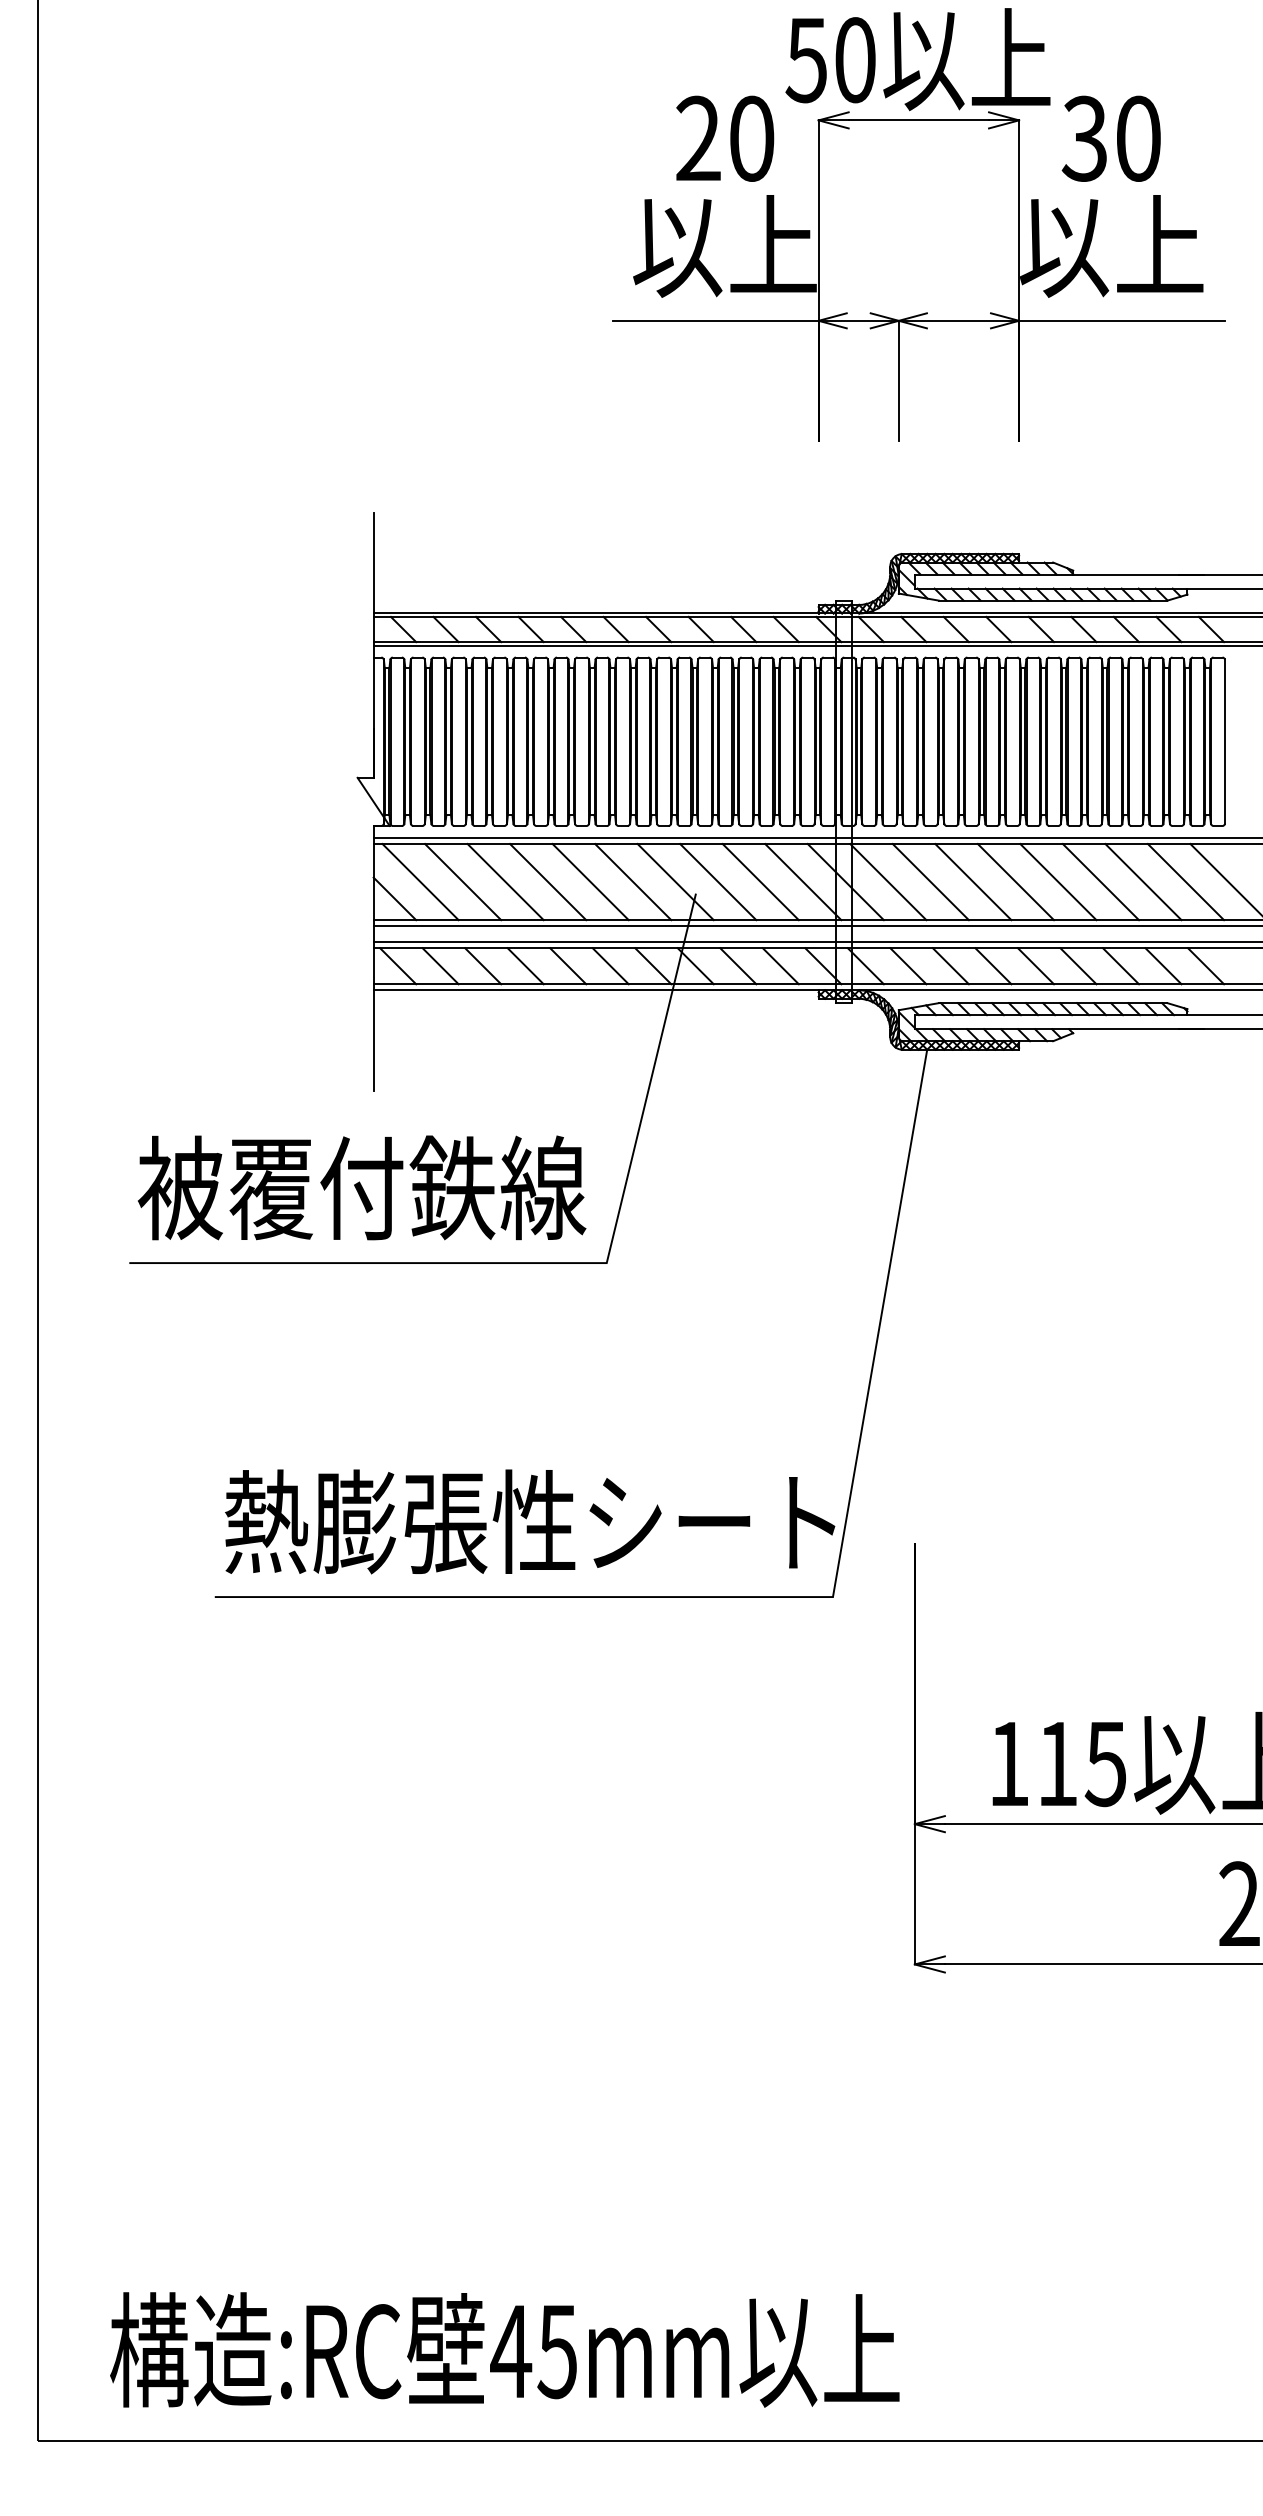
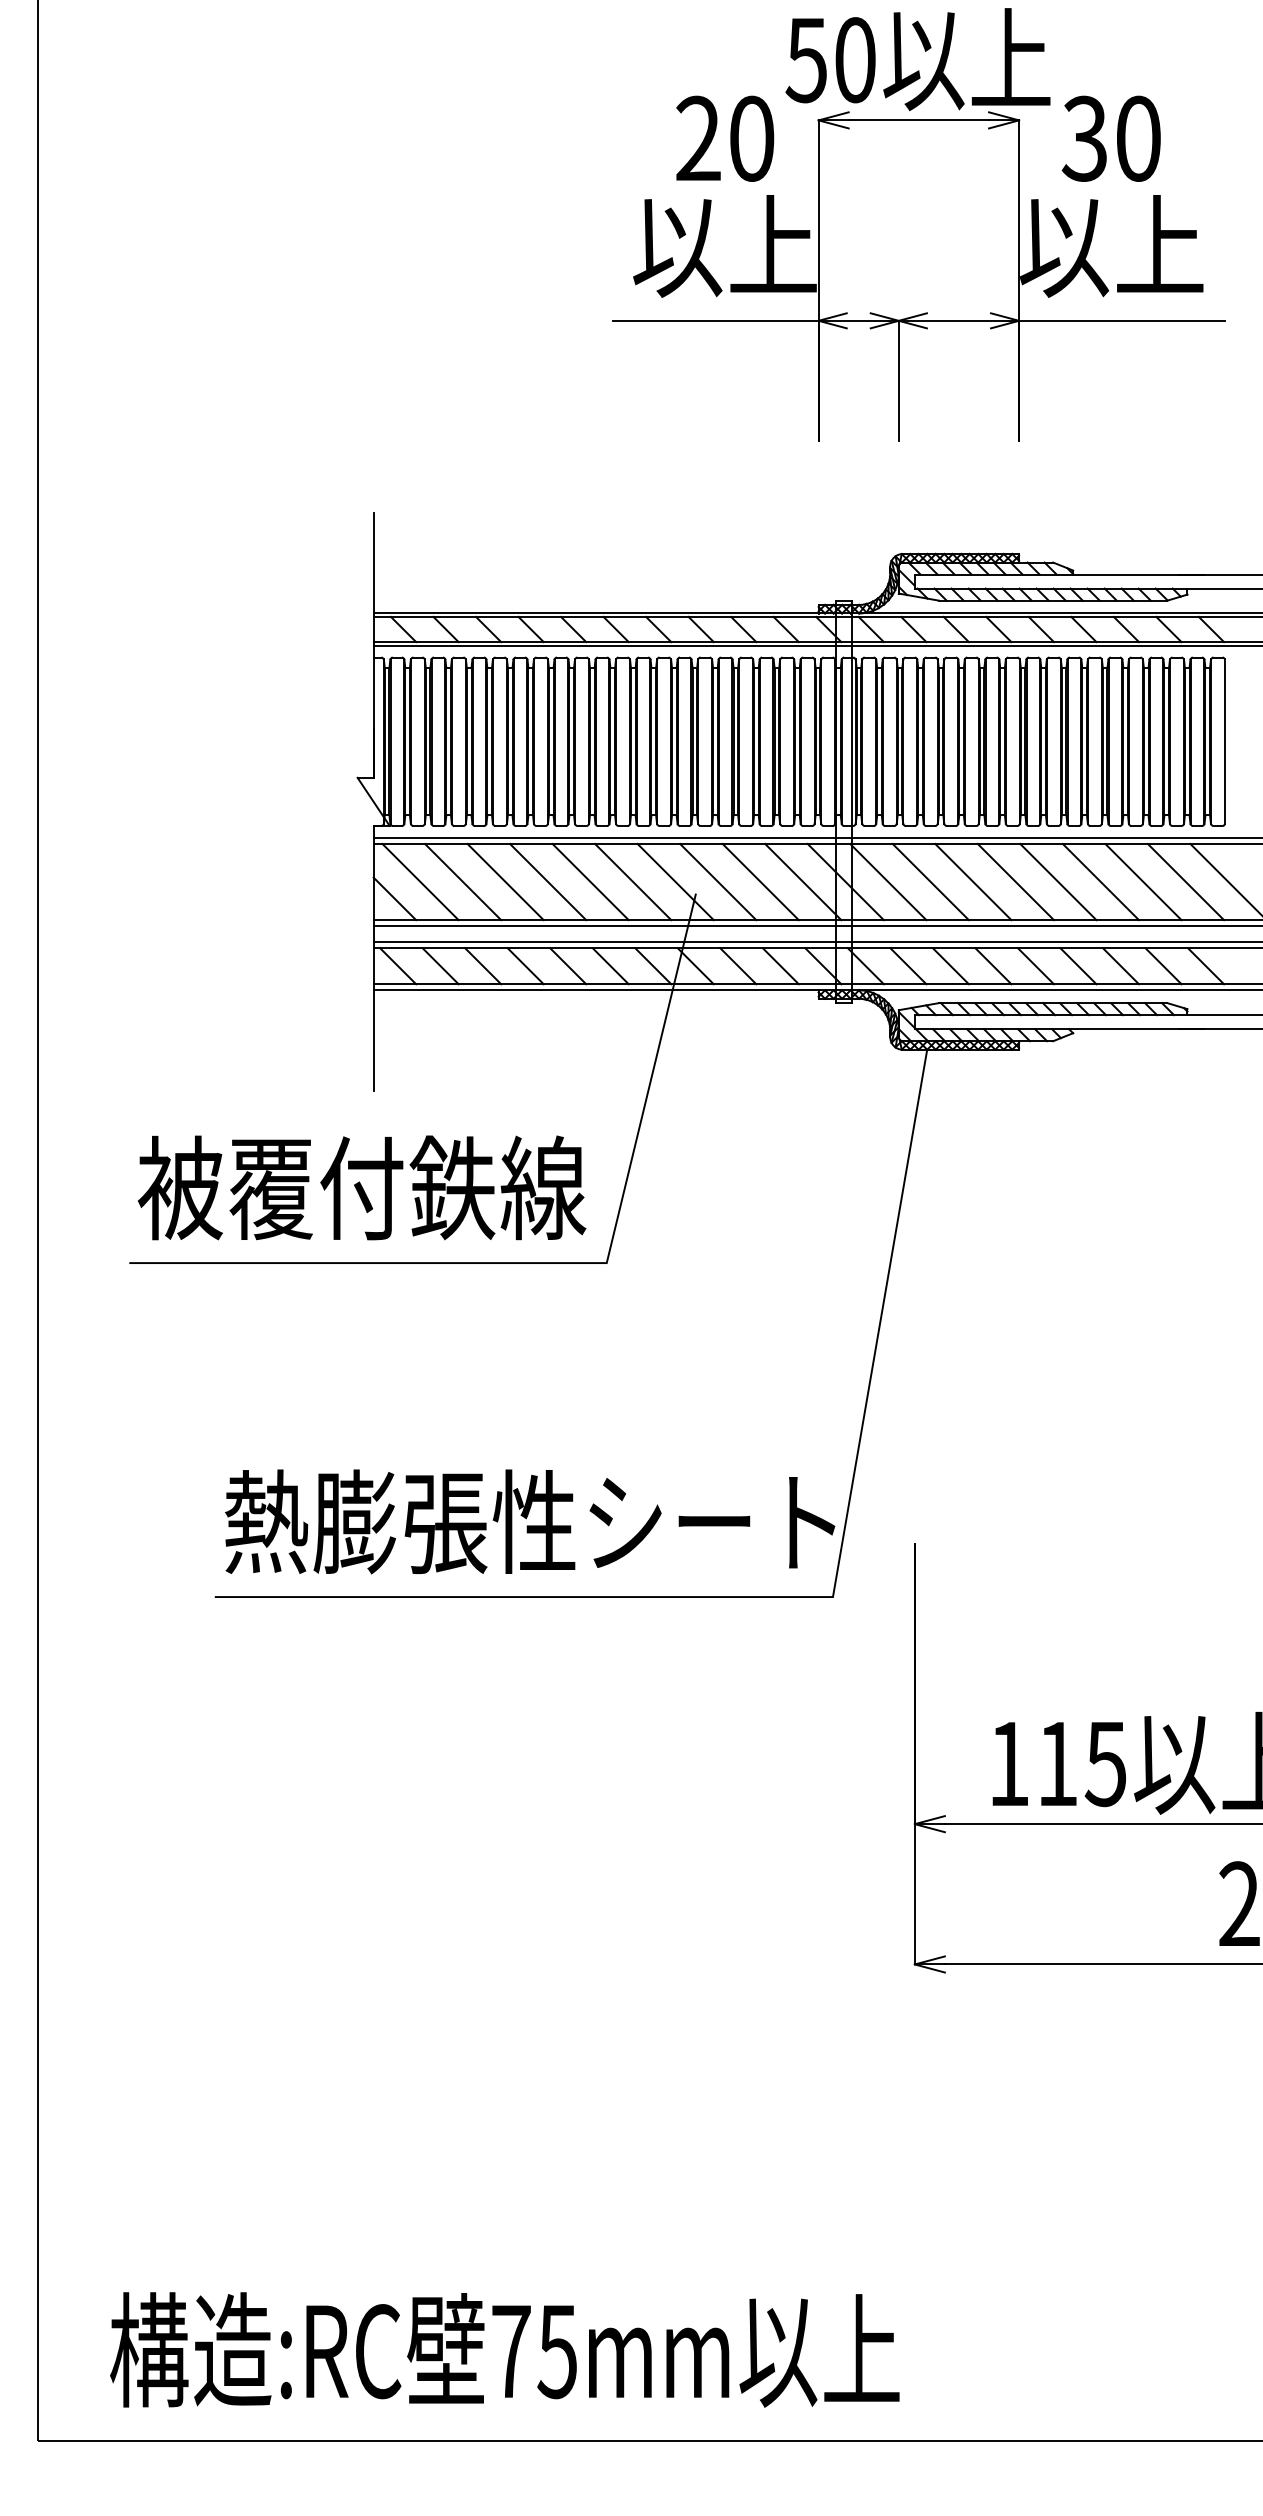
text at (511, 2351): 45mm -> 75mm
